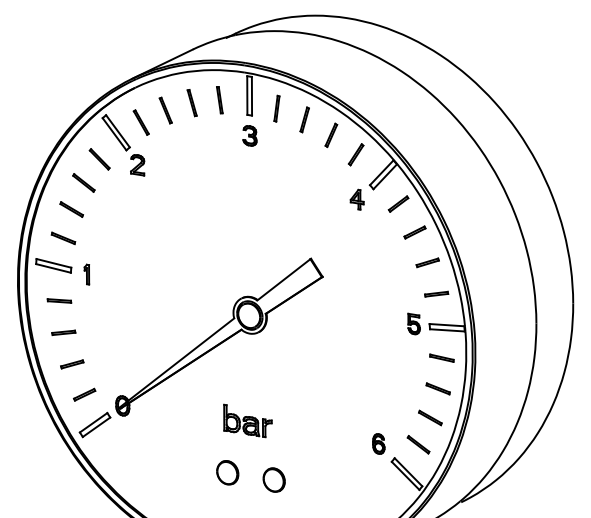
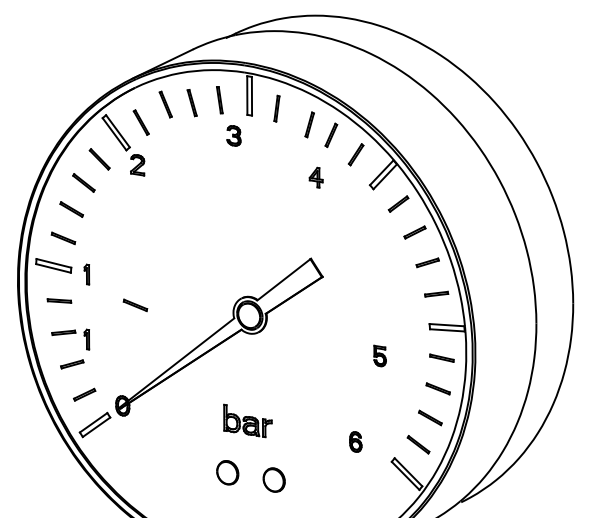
line at (165, 110) position: (165, 110) -> (165, 104)
part at (304, 119) position: (304, 119) -> (309, 124)
part at (249, 135) position: (249, 135) -> (233, 135)
part at (356, 199) position: (356, 199) -> (315, 177)
part at (135, 305): none -> present
part at (413, 323) position: (413, 323) -> (379, 355)
part at (86, 339): none -> present
part at (378, 443) position: (378, 443) -> (355, 441)
